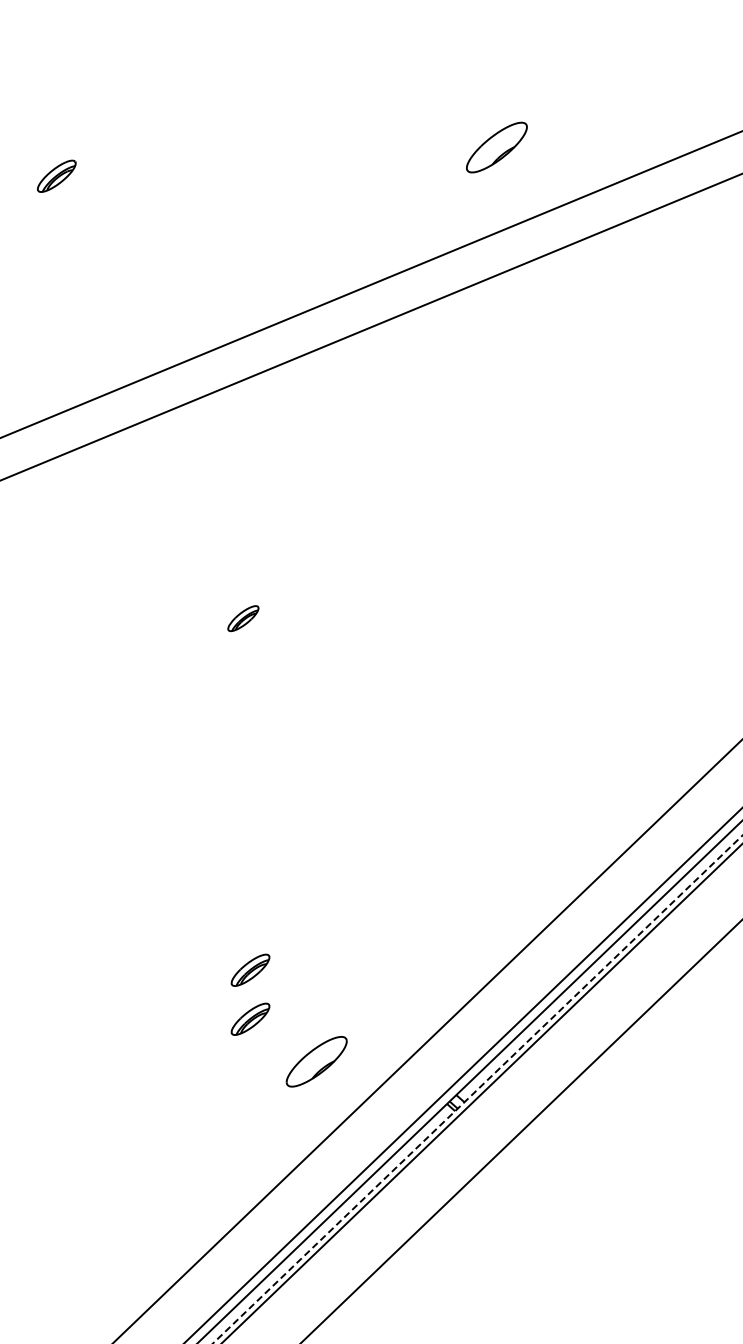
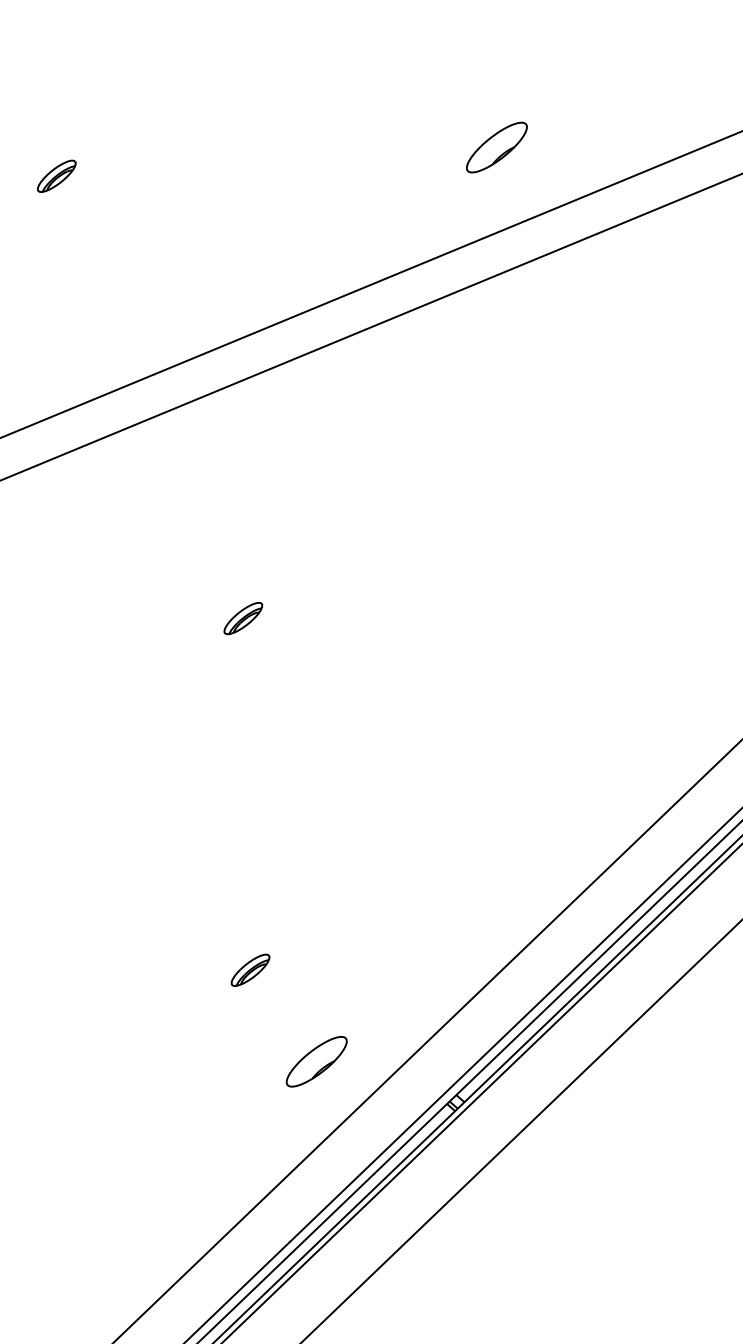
part at (243, 618) size: 33x28 px -> 41x34 px
part at (250, 1018): present -> none
line at (477, 1089): dashed -> solid
